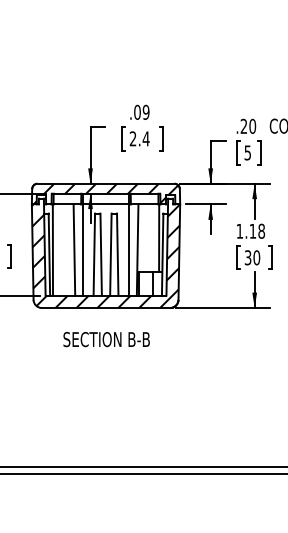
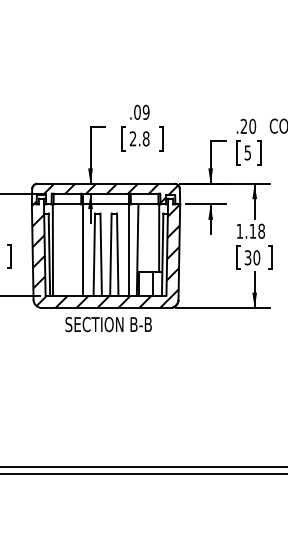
text at (145, 138): 2.4 -> 2.8
line at (74, 249): present -> none
text at (106, 339) position: (106, 339) -> (108, 324)
